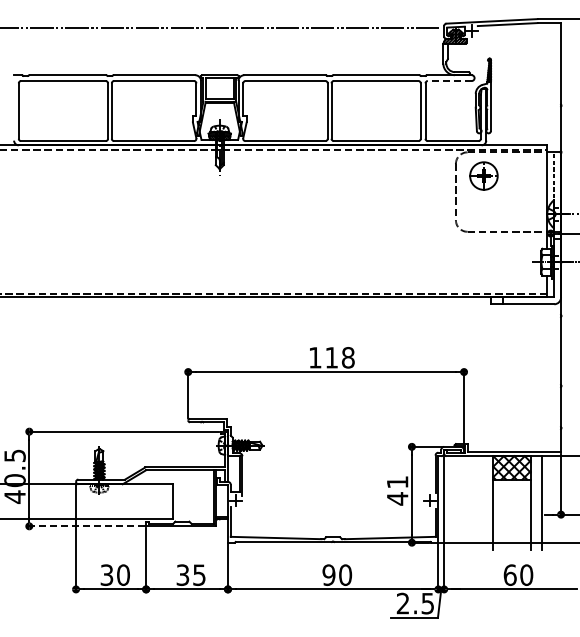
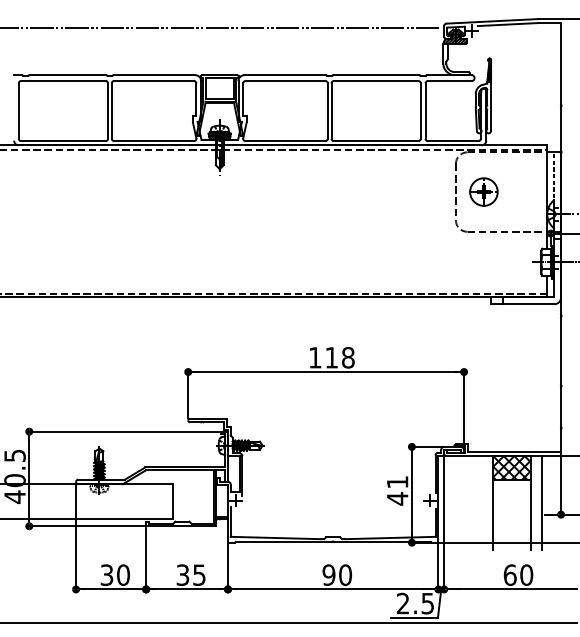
line at (449, 81): dashed -> solid
part at (483, 175) position: (483, 175) -> (483, 191)
line at (85, 526): dashed -> solid
line at (289, 622): none -> present
